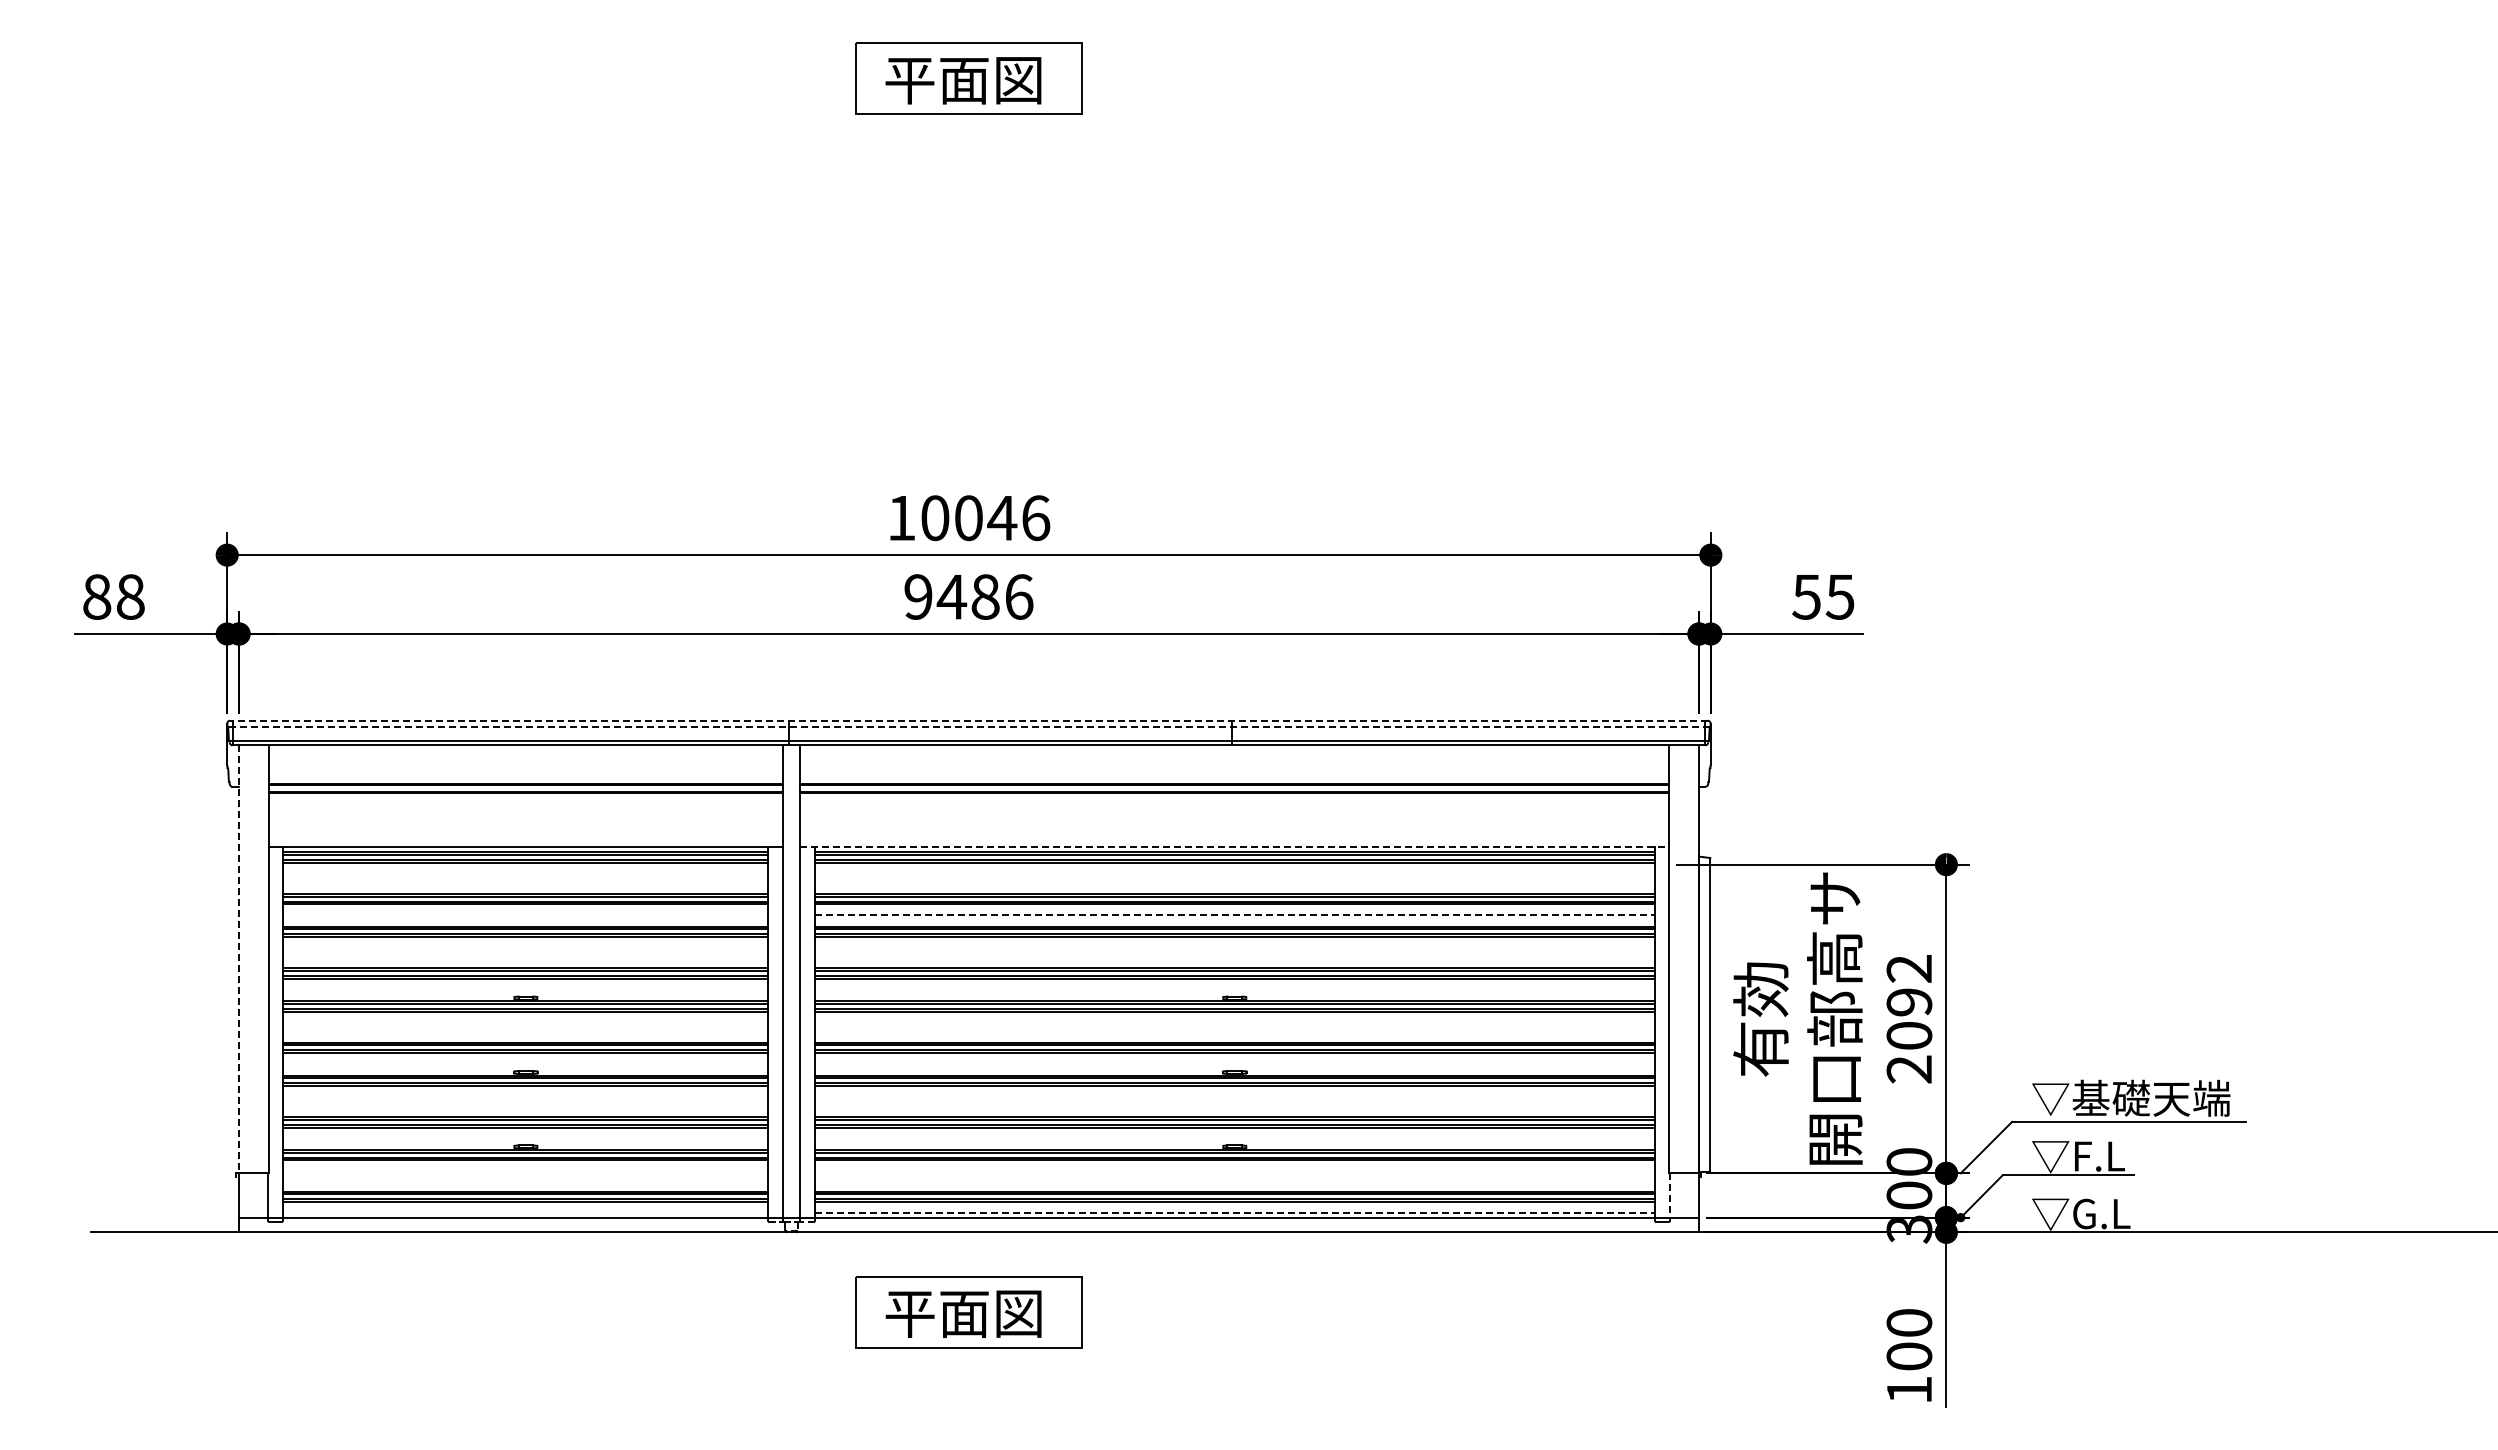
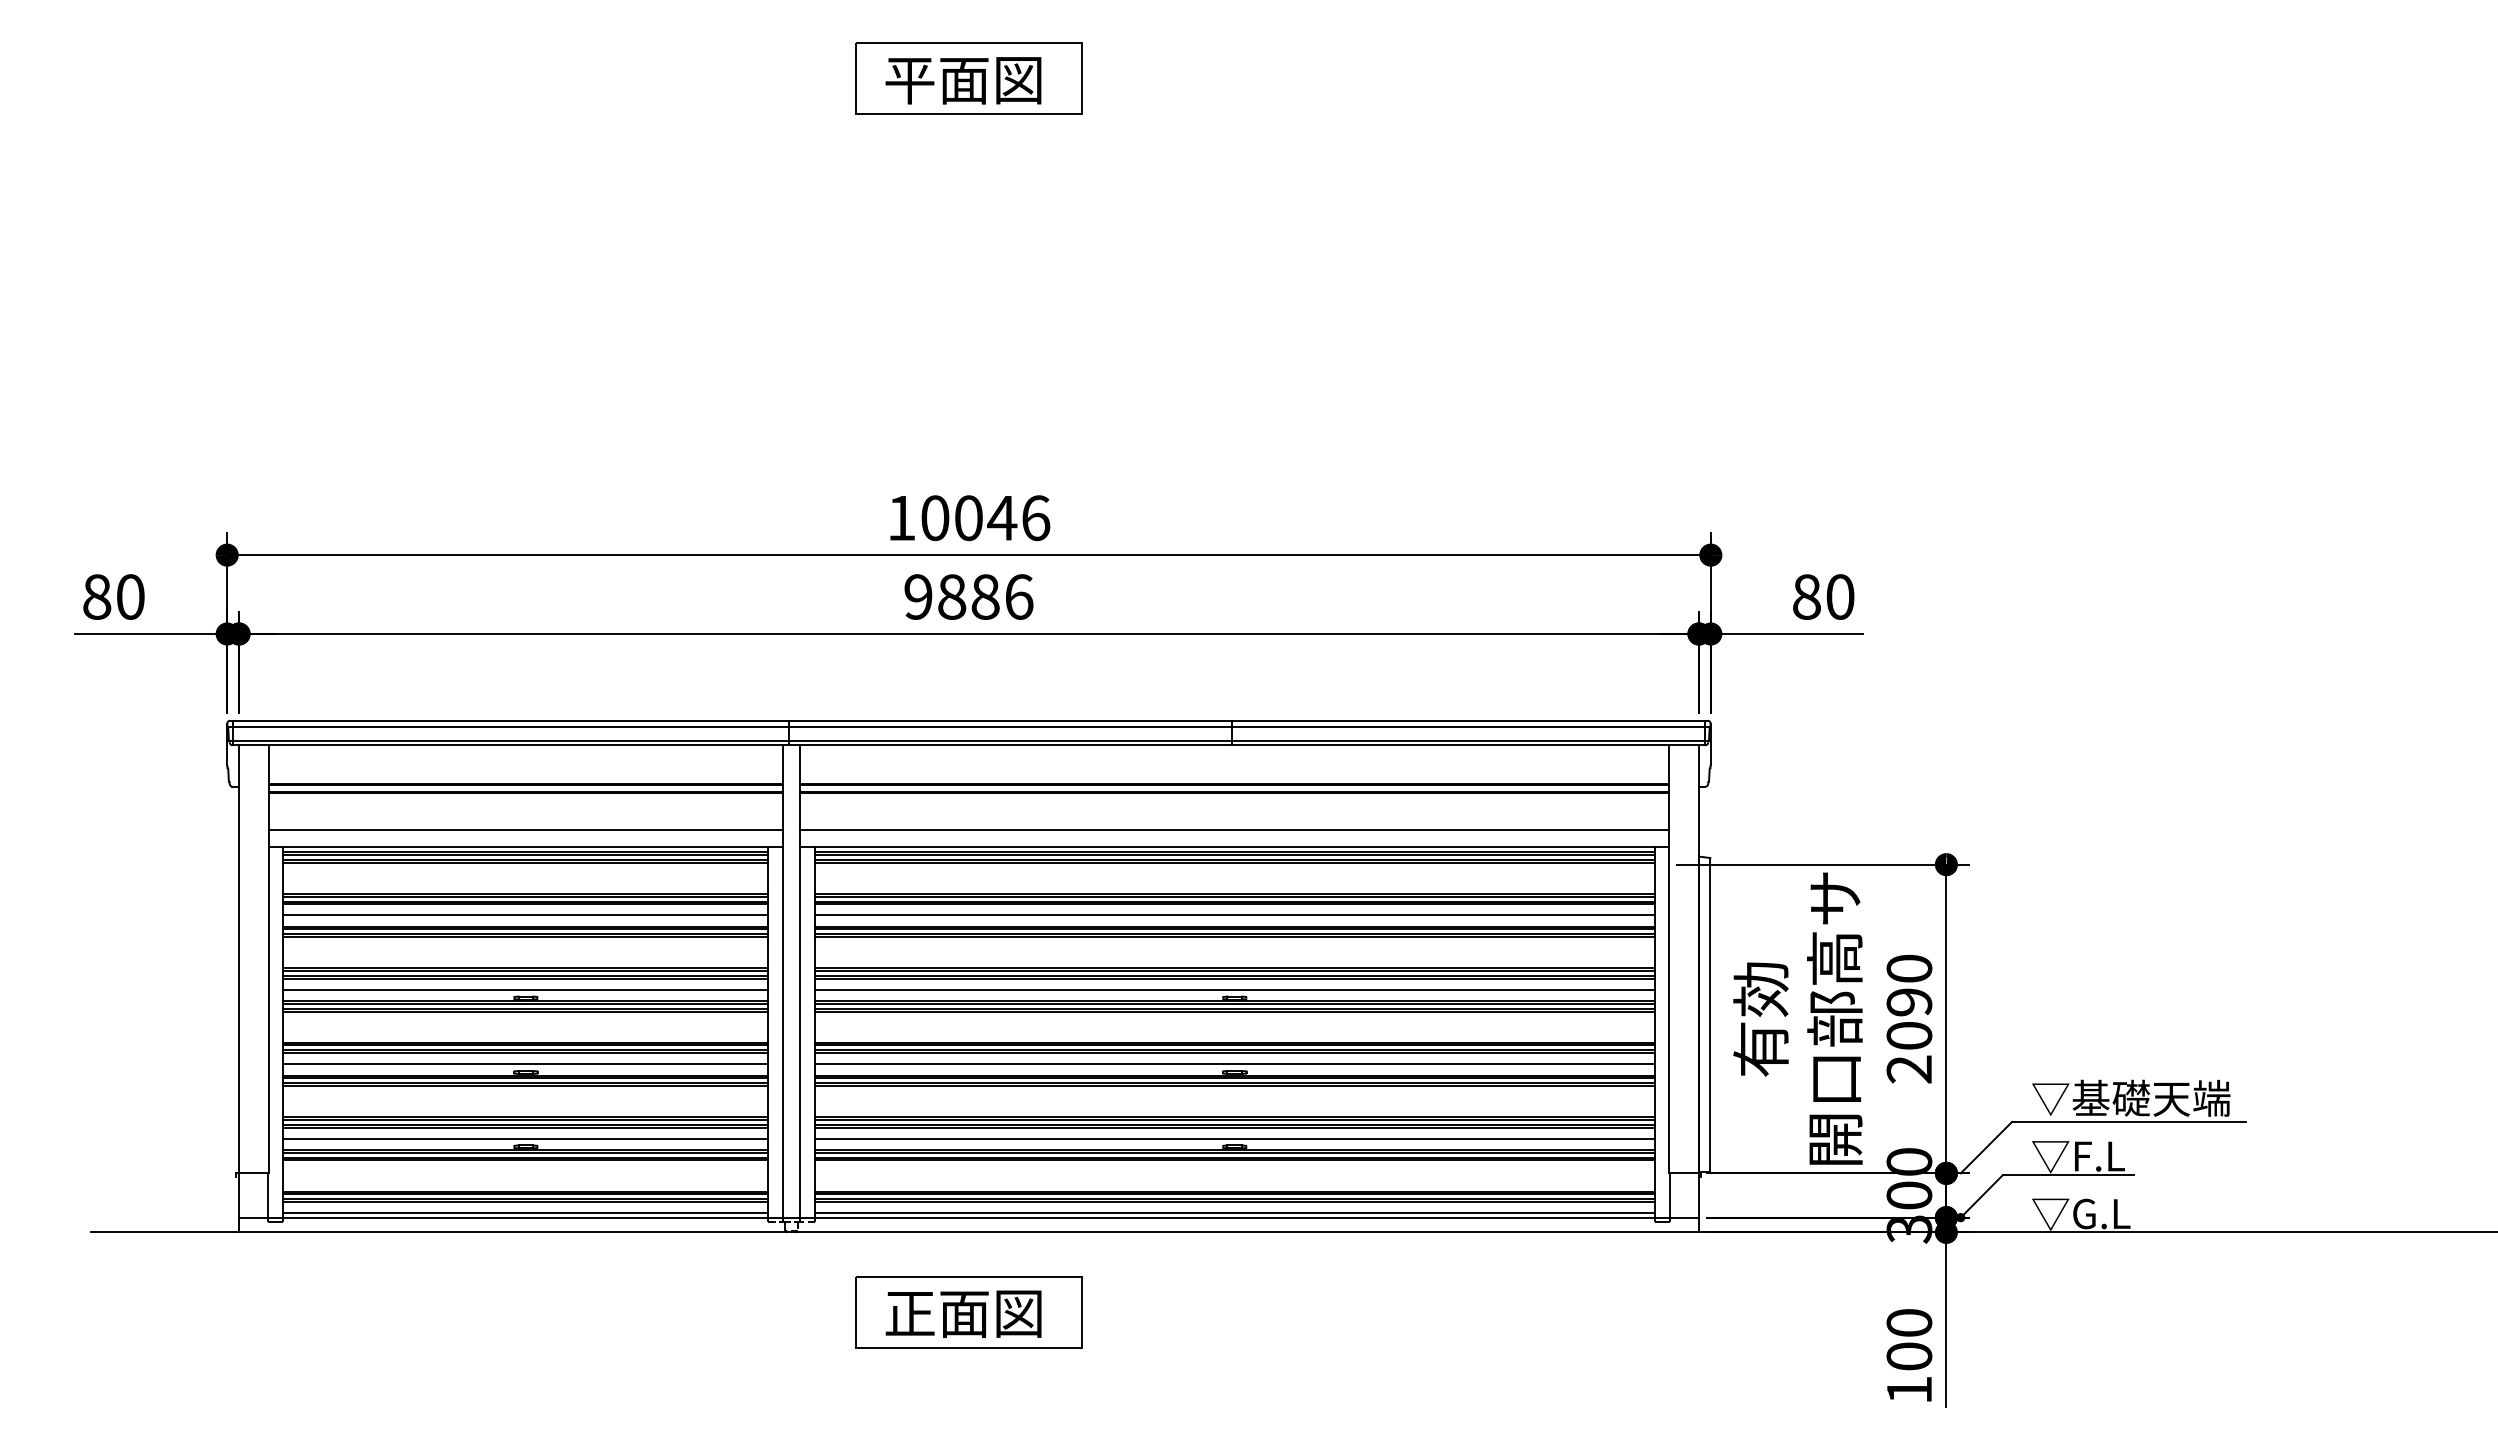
text at (130, 596): 88 -> 80
text at (951, 596): 9486 -> 9886
text at (1823, 596): 55 -> 80
line at (968, 720): dashed -> solid
line at (968, 726): dashed -> solid
line at (525, 830): none -> present
line at (1234, 830): none -> present
line at (1235, 846): dashed -> solid
line at (525, 915): none -> present
line at (1234, 915): dashed -> solid
line at (238, 959): dashed -> solid
text at (1909, 968): 2092 -> 2090
line at (525, 989): none -> present
line at (1234, 989): none -> present
line at (525, 1064): none -> present
line at (1234, 1064): none -> present
line at (525, 1138): none -> present
line at (1234, 1138): none -> present
line at (1669, 1196): dashed -> solid
line at (525, 1213): none -> present
line at (1234, 1213): dashed -> solid
text at (909, 1314): 平面図 -> 正面図
